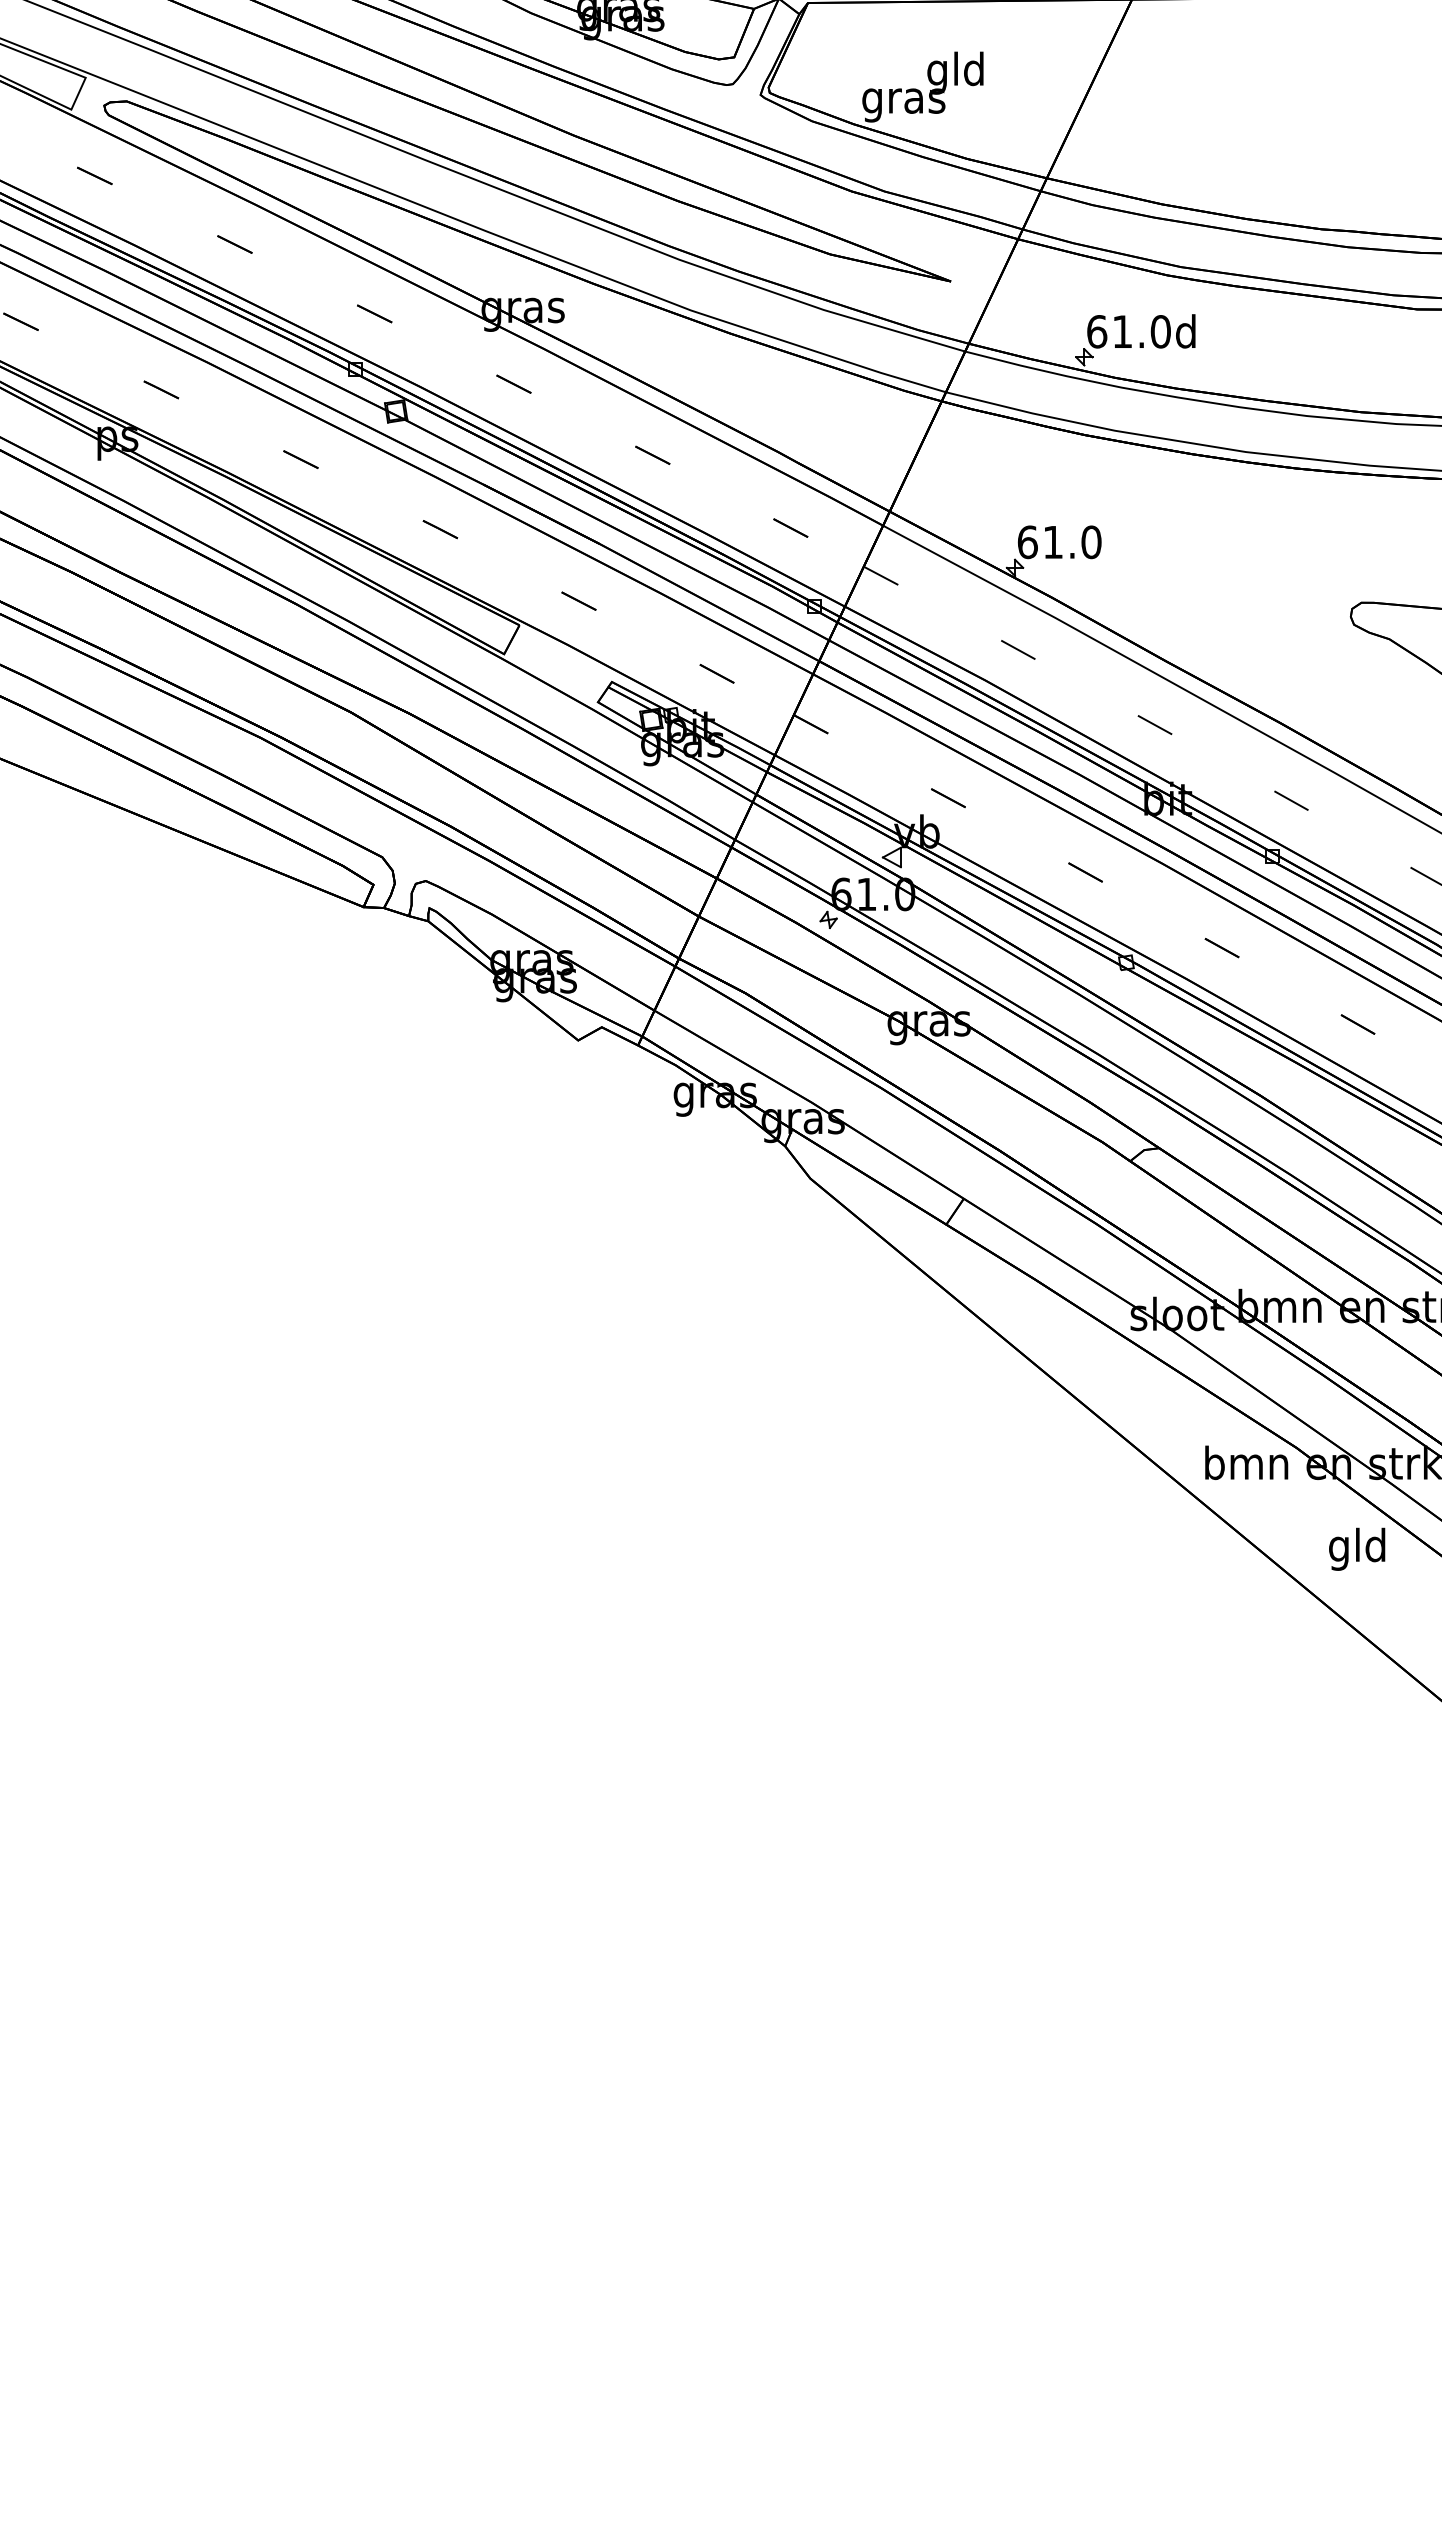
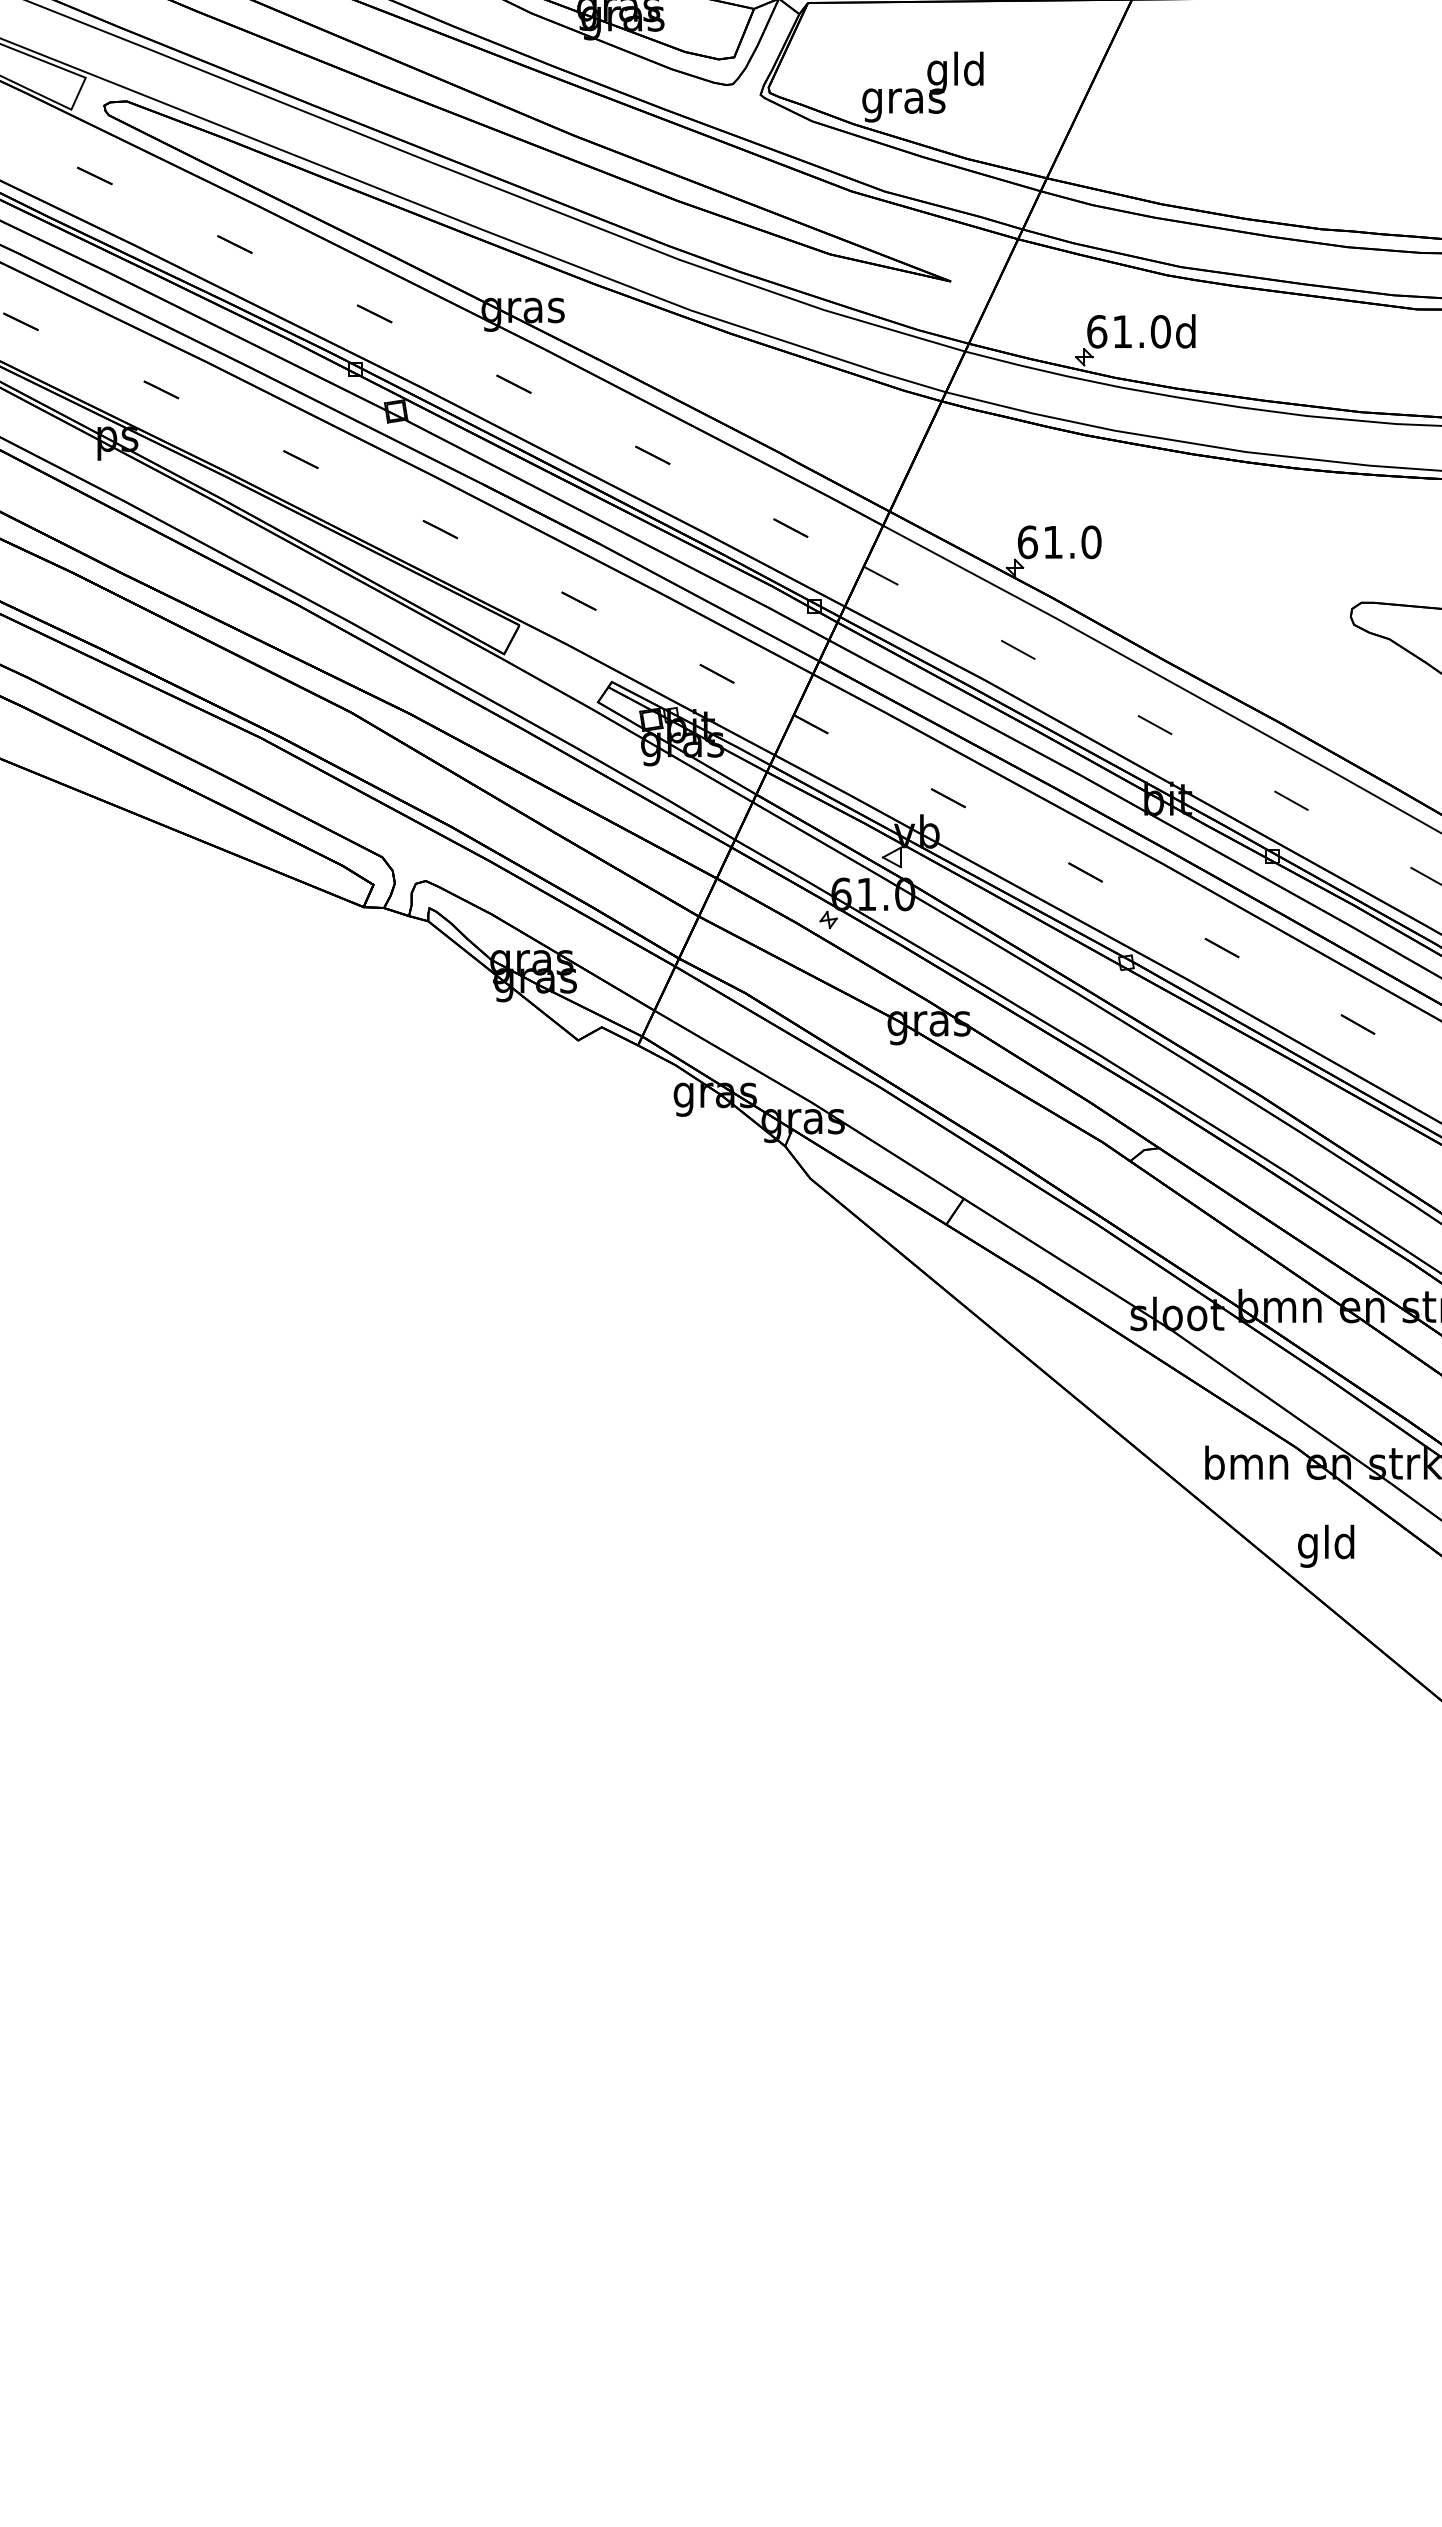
text at (1357, 1548) position: (1357, 1548) -> (1326, 1545)
